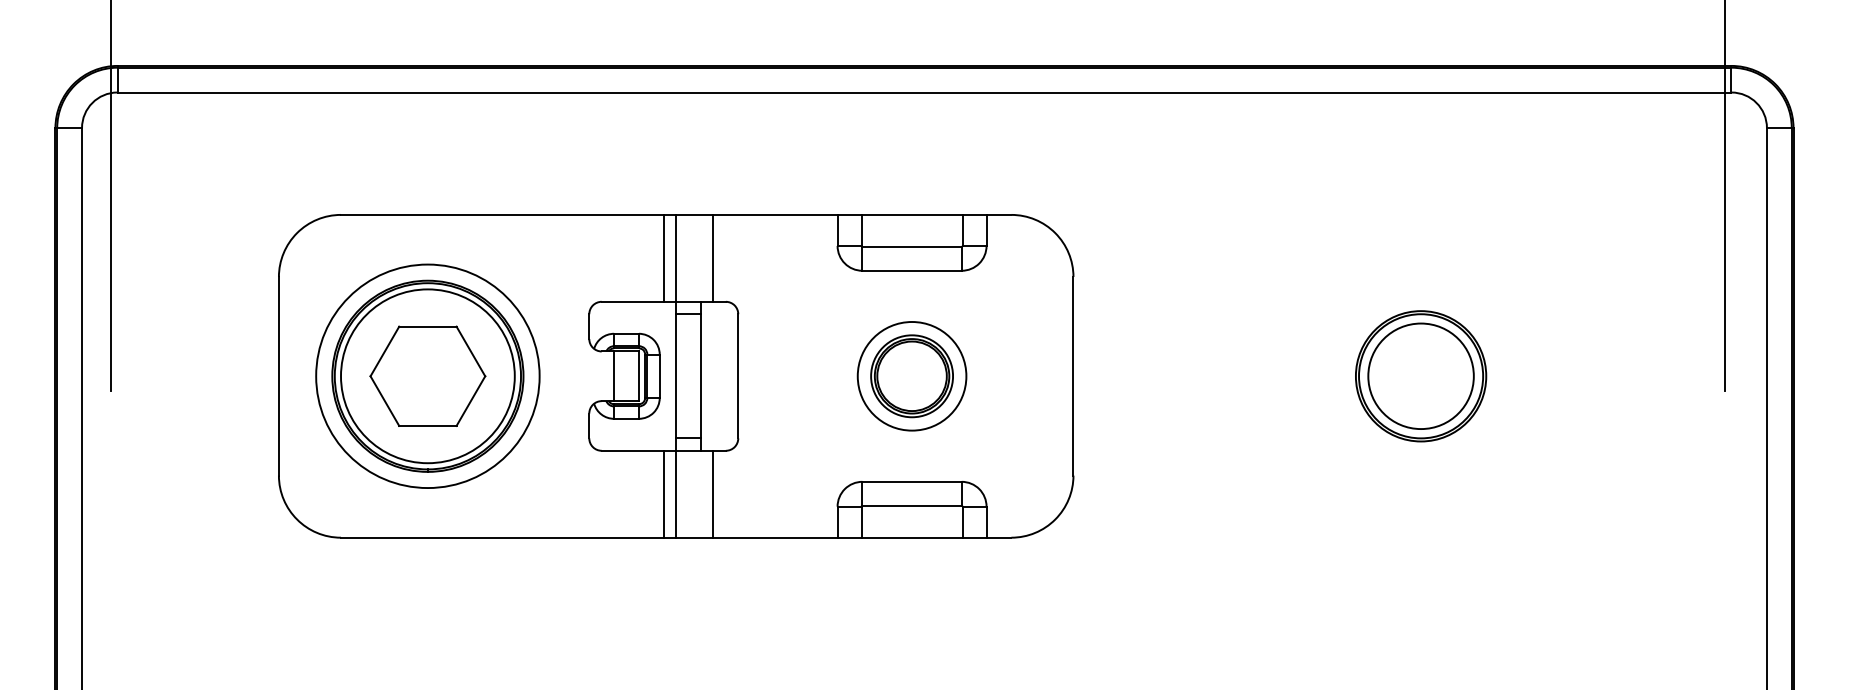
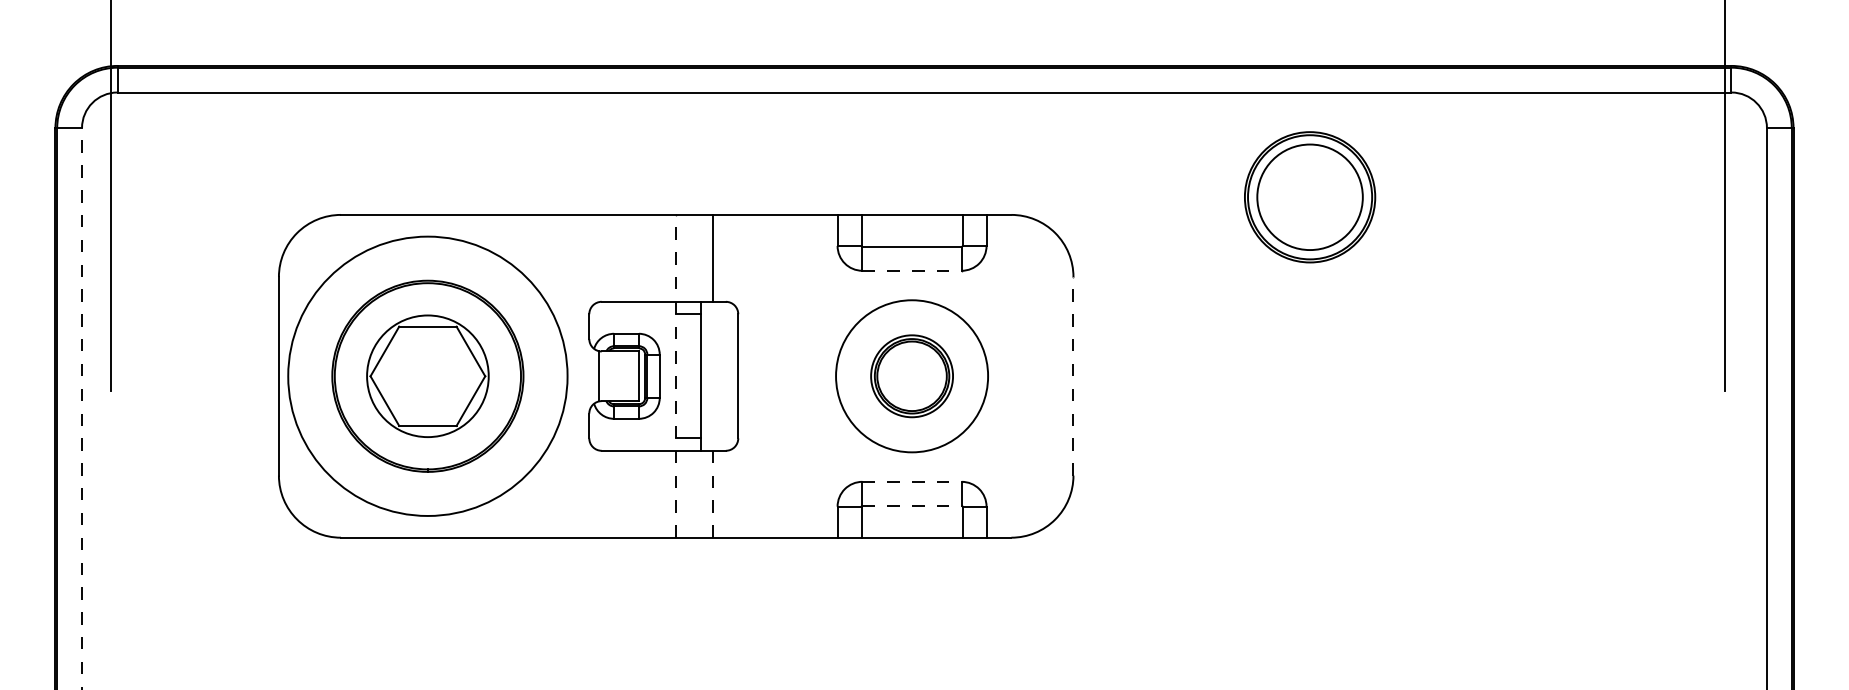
line at (663, 257): present -> none
line at (912, 270): solid -> dashed
line at (676, 375): solid -> dashed
line at (1073, 375): solid -> dashed
circle at (427, 376) diameter: 174 px -> 122 px
circle at (427, 376) diameter: 223 px -> 279 px
line at (614, 376) position: (614, 376) -> (599, 376)
circle at (911, 376) diameter: 109 px -> 152 px
part at (1421, 376) position: (1421, 376) -> (1310, 197)
line at (82, 408): solid -> dashed
line at (912, 481): solid -> dashed
line at (663, 493): present -> none
line at (713, 493): solid -> dashed
line at (912, 505): solid -> dashed
